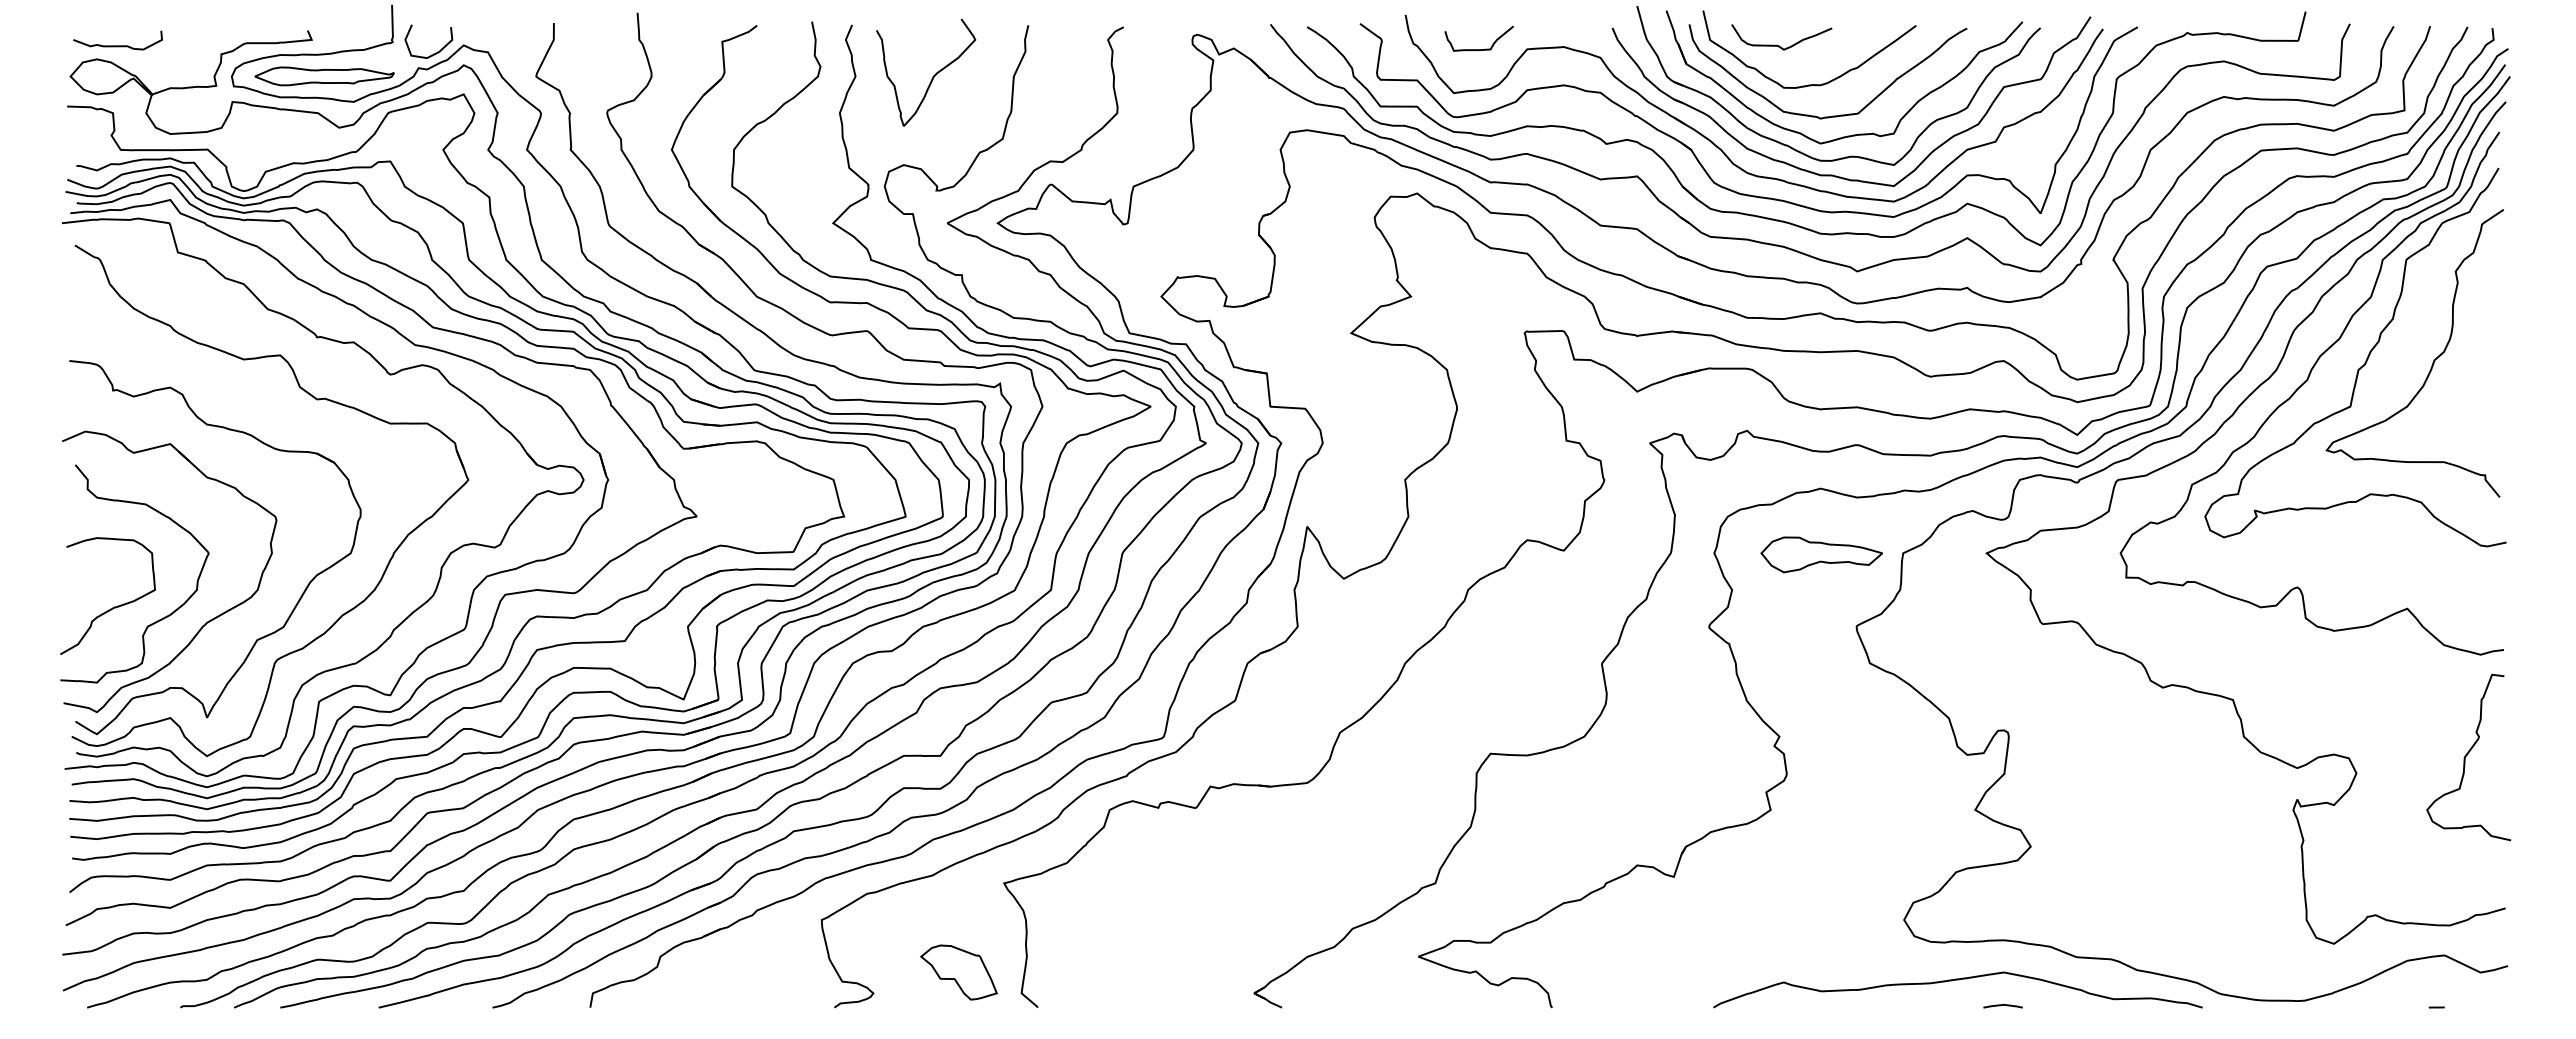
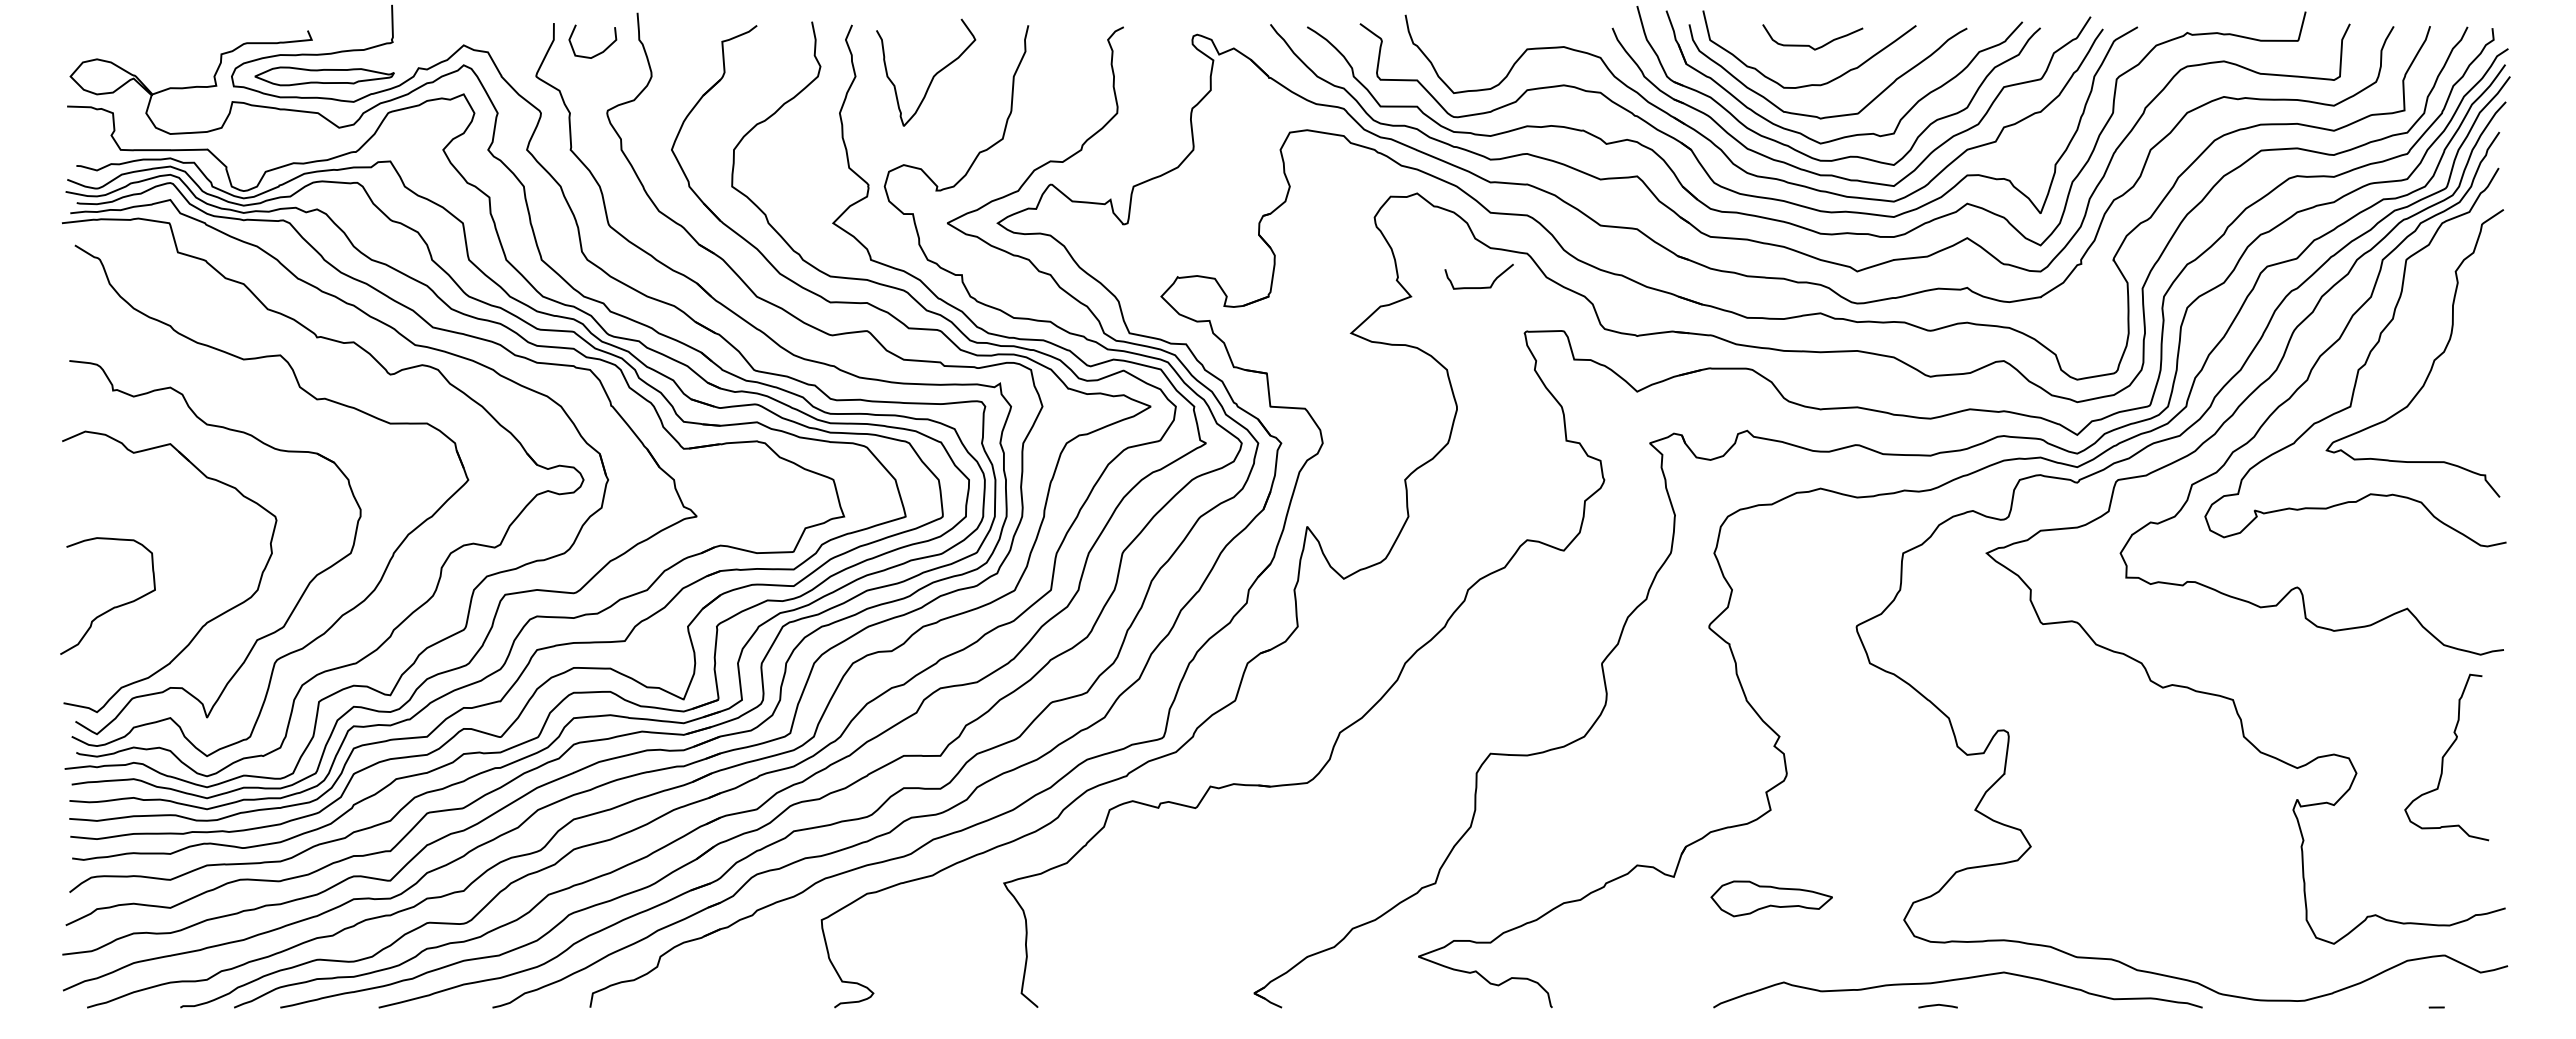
curve at (117, 45): present -> none
curve at (1779, 45) position: (1779, 45) -> (1810, 45)
curve at (1478, 49) position: (1478, 49) -> (1478, 287)
curve at (433, 53) position: (433, 53) -> (597, 53)
part at (1821, 554) position: (1821, 554) -> (1771, 898)
curve at (157, 620): present -> none
curve at (2467, 755) position: (2467, 755) -> (2445, 755)
part at (958, 972): present -> none
line at (2002, 1005) position: (2002, 1005) -> (1937, 1005)
